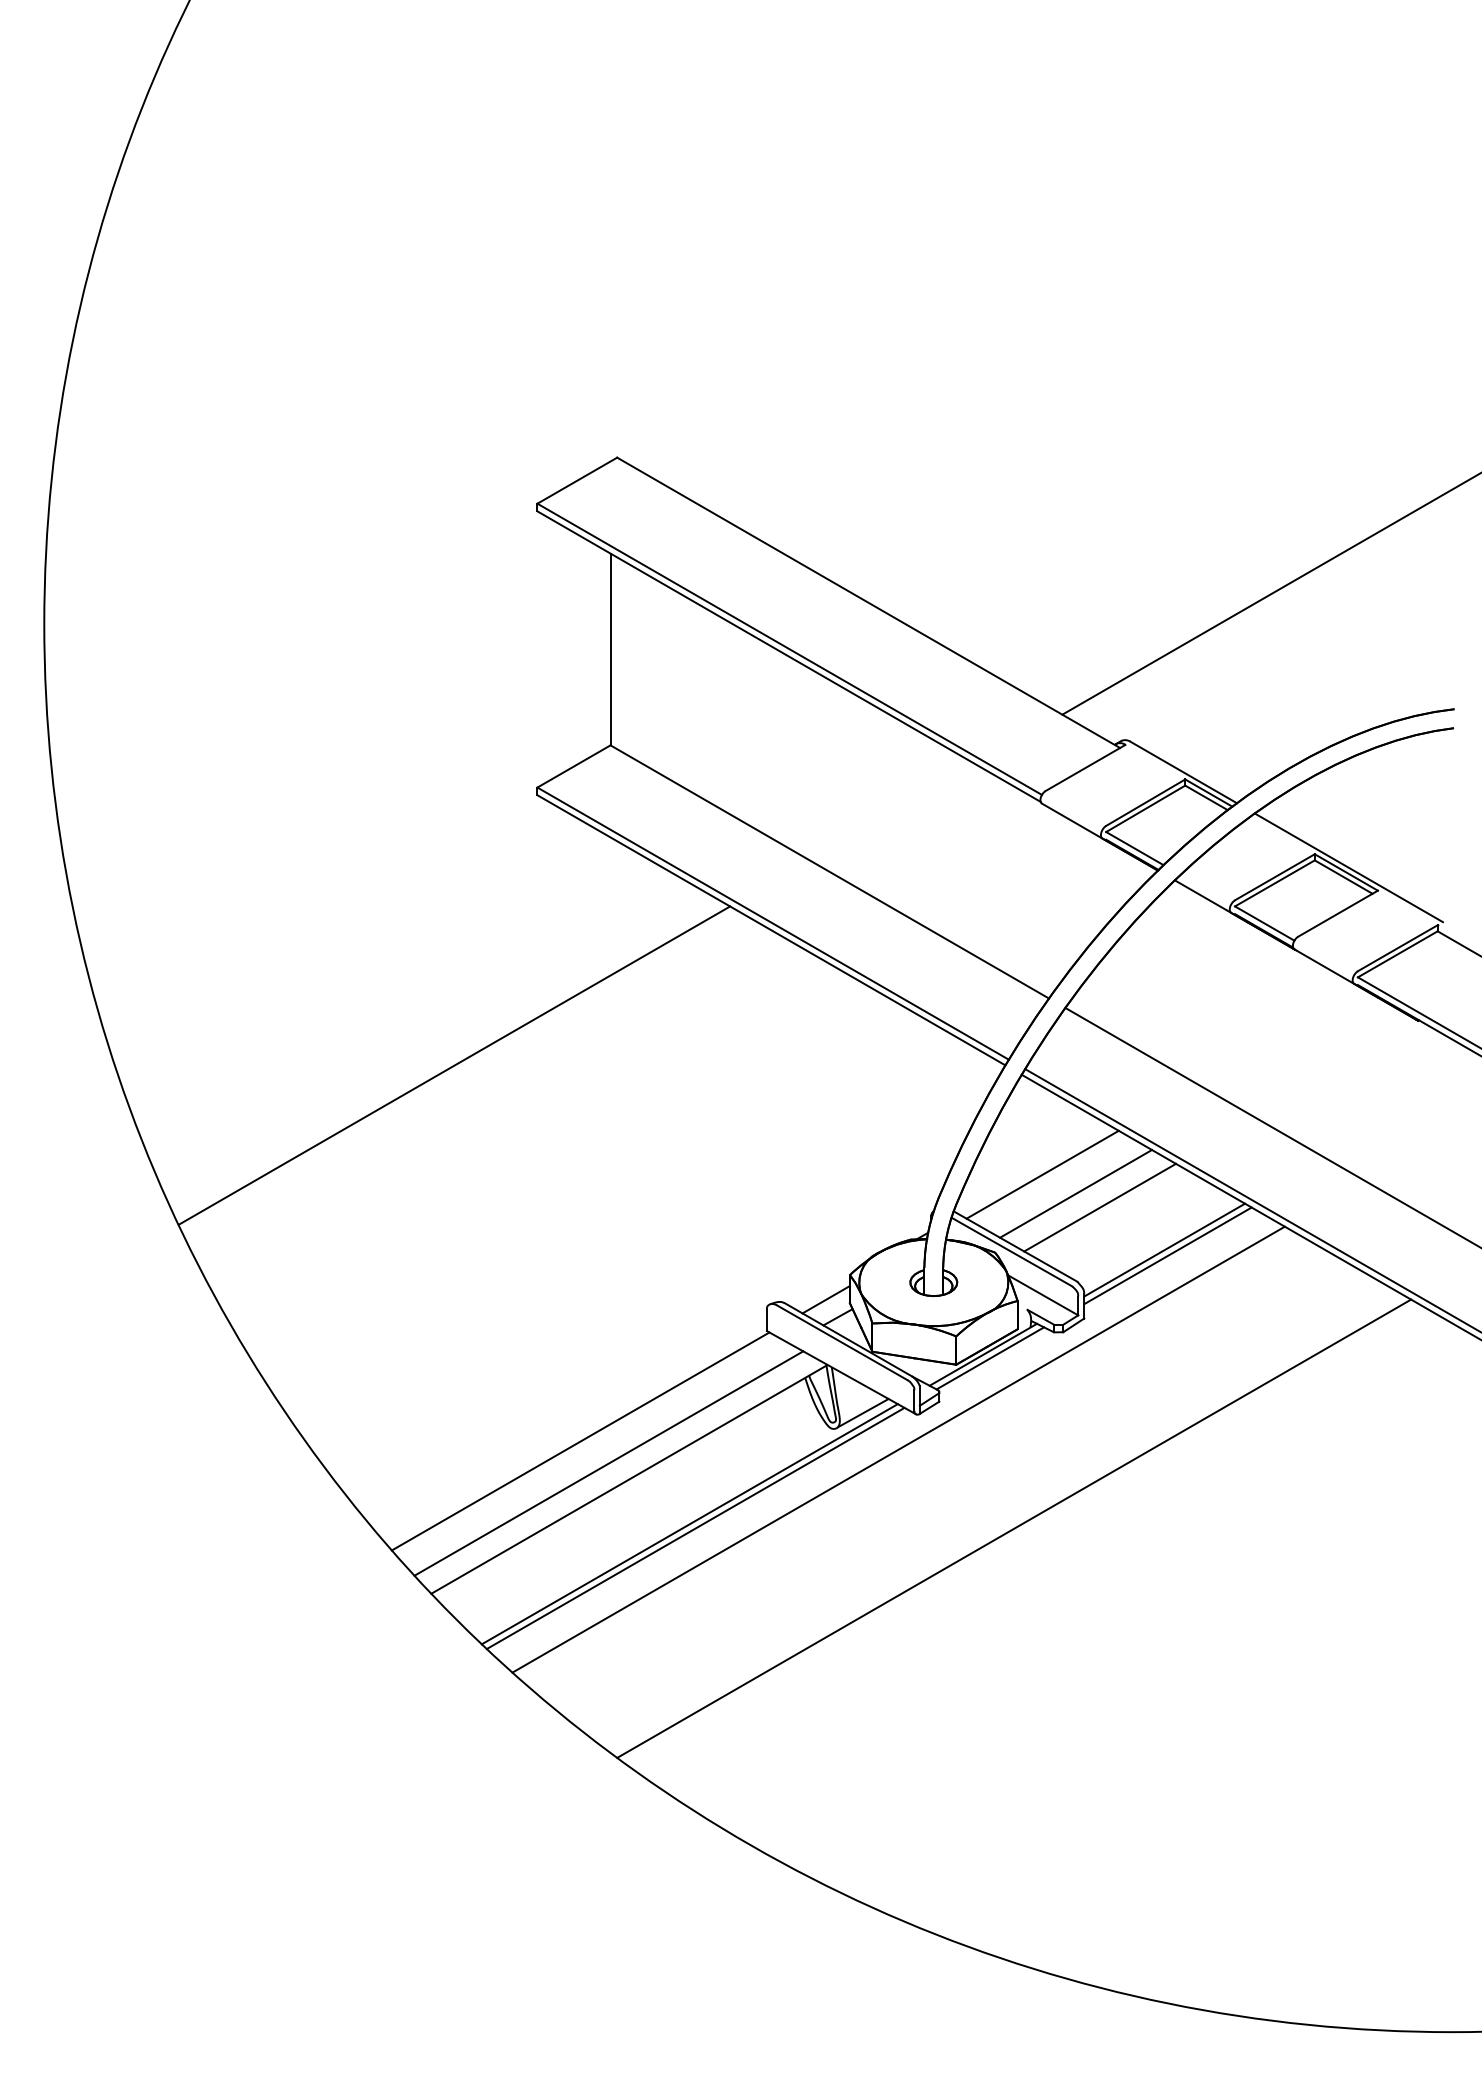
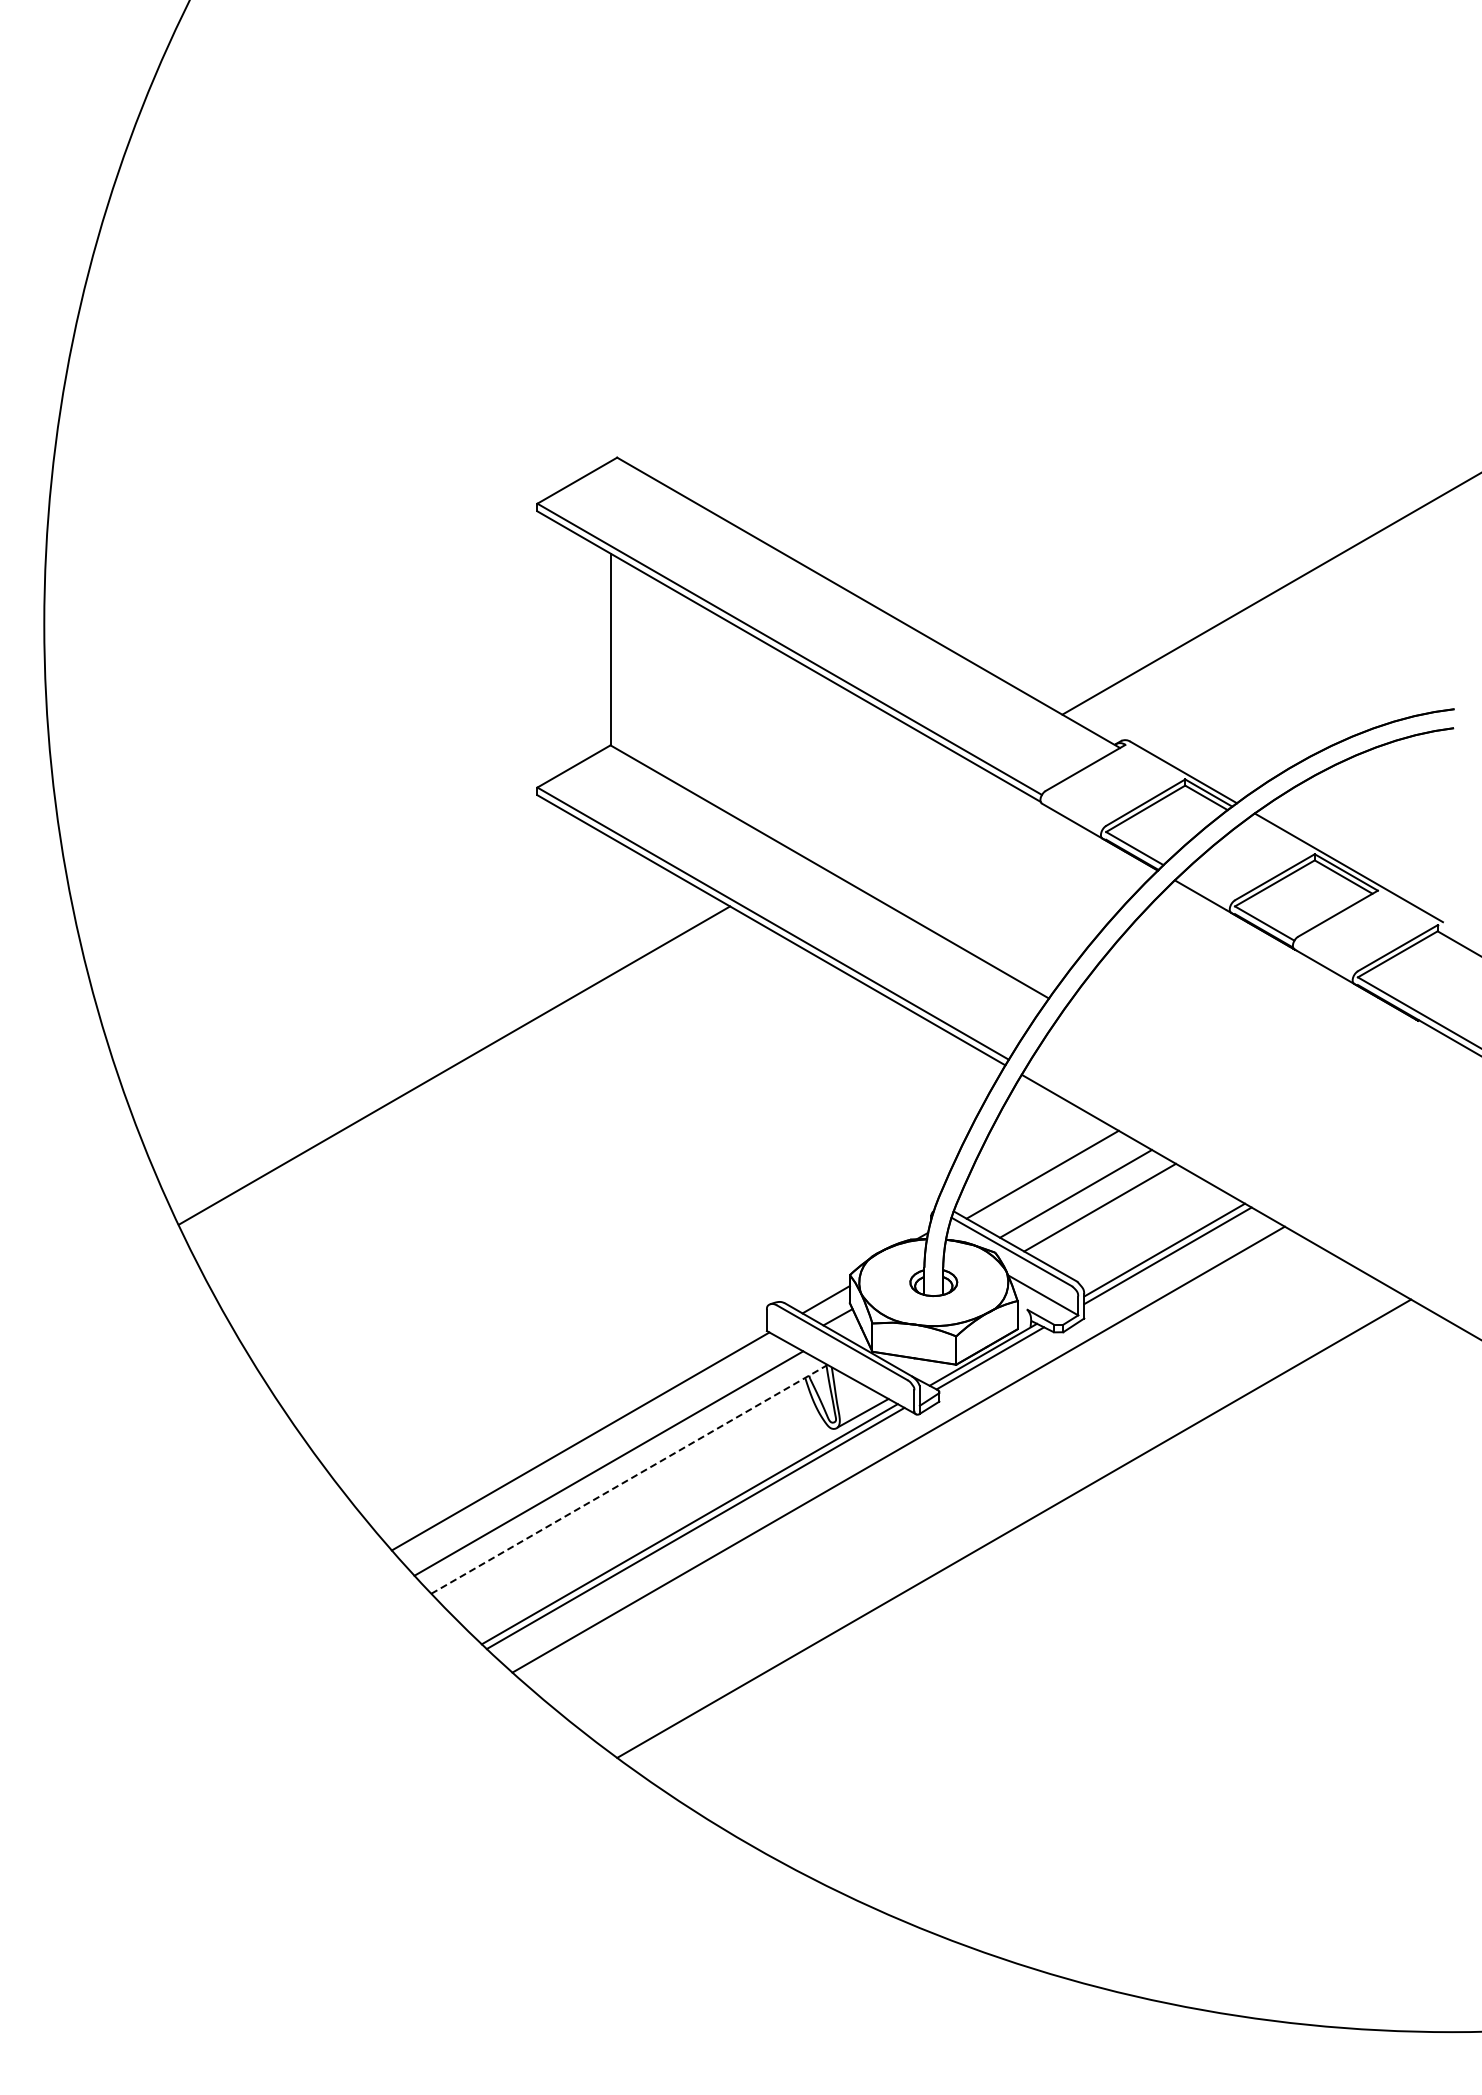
line at (1271, 1126): present -> none
line at (1251, 1199): present -> none
line at (629, 1479): solid -> dashed
